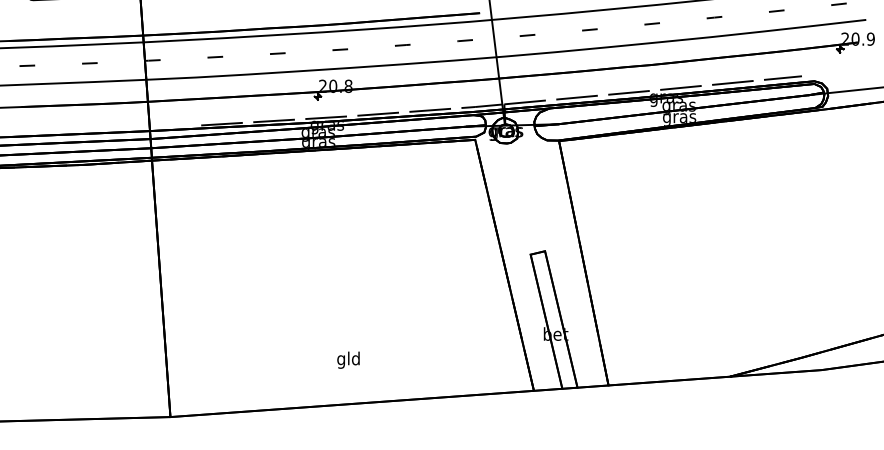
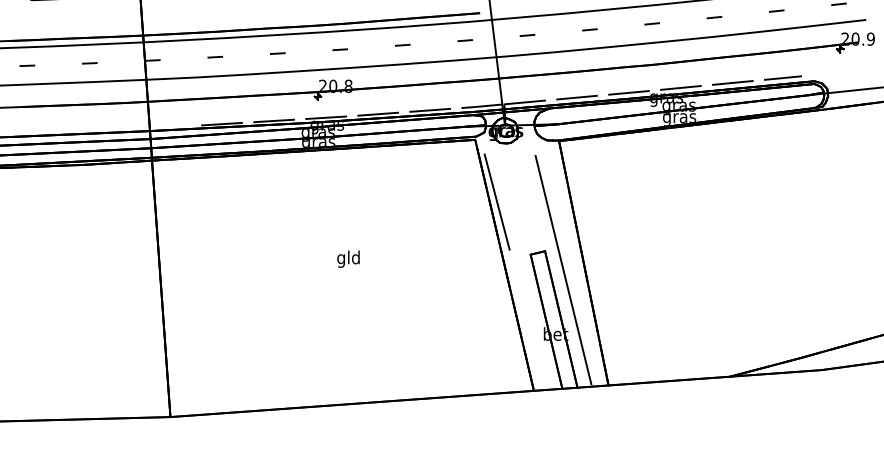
line at (496, 201): none -> present
line at (563, 269): none -> present
text at (348, 359) position: (348, 359) -> (348, 258)
